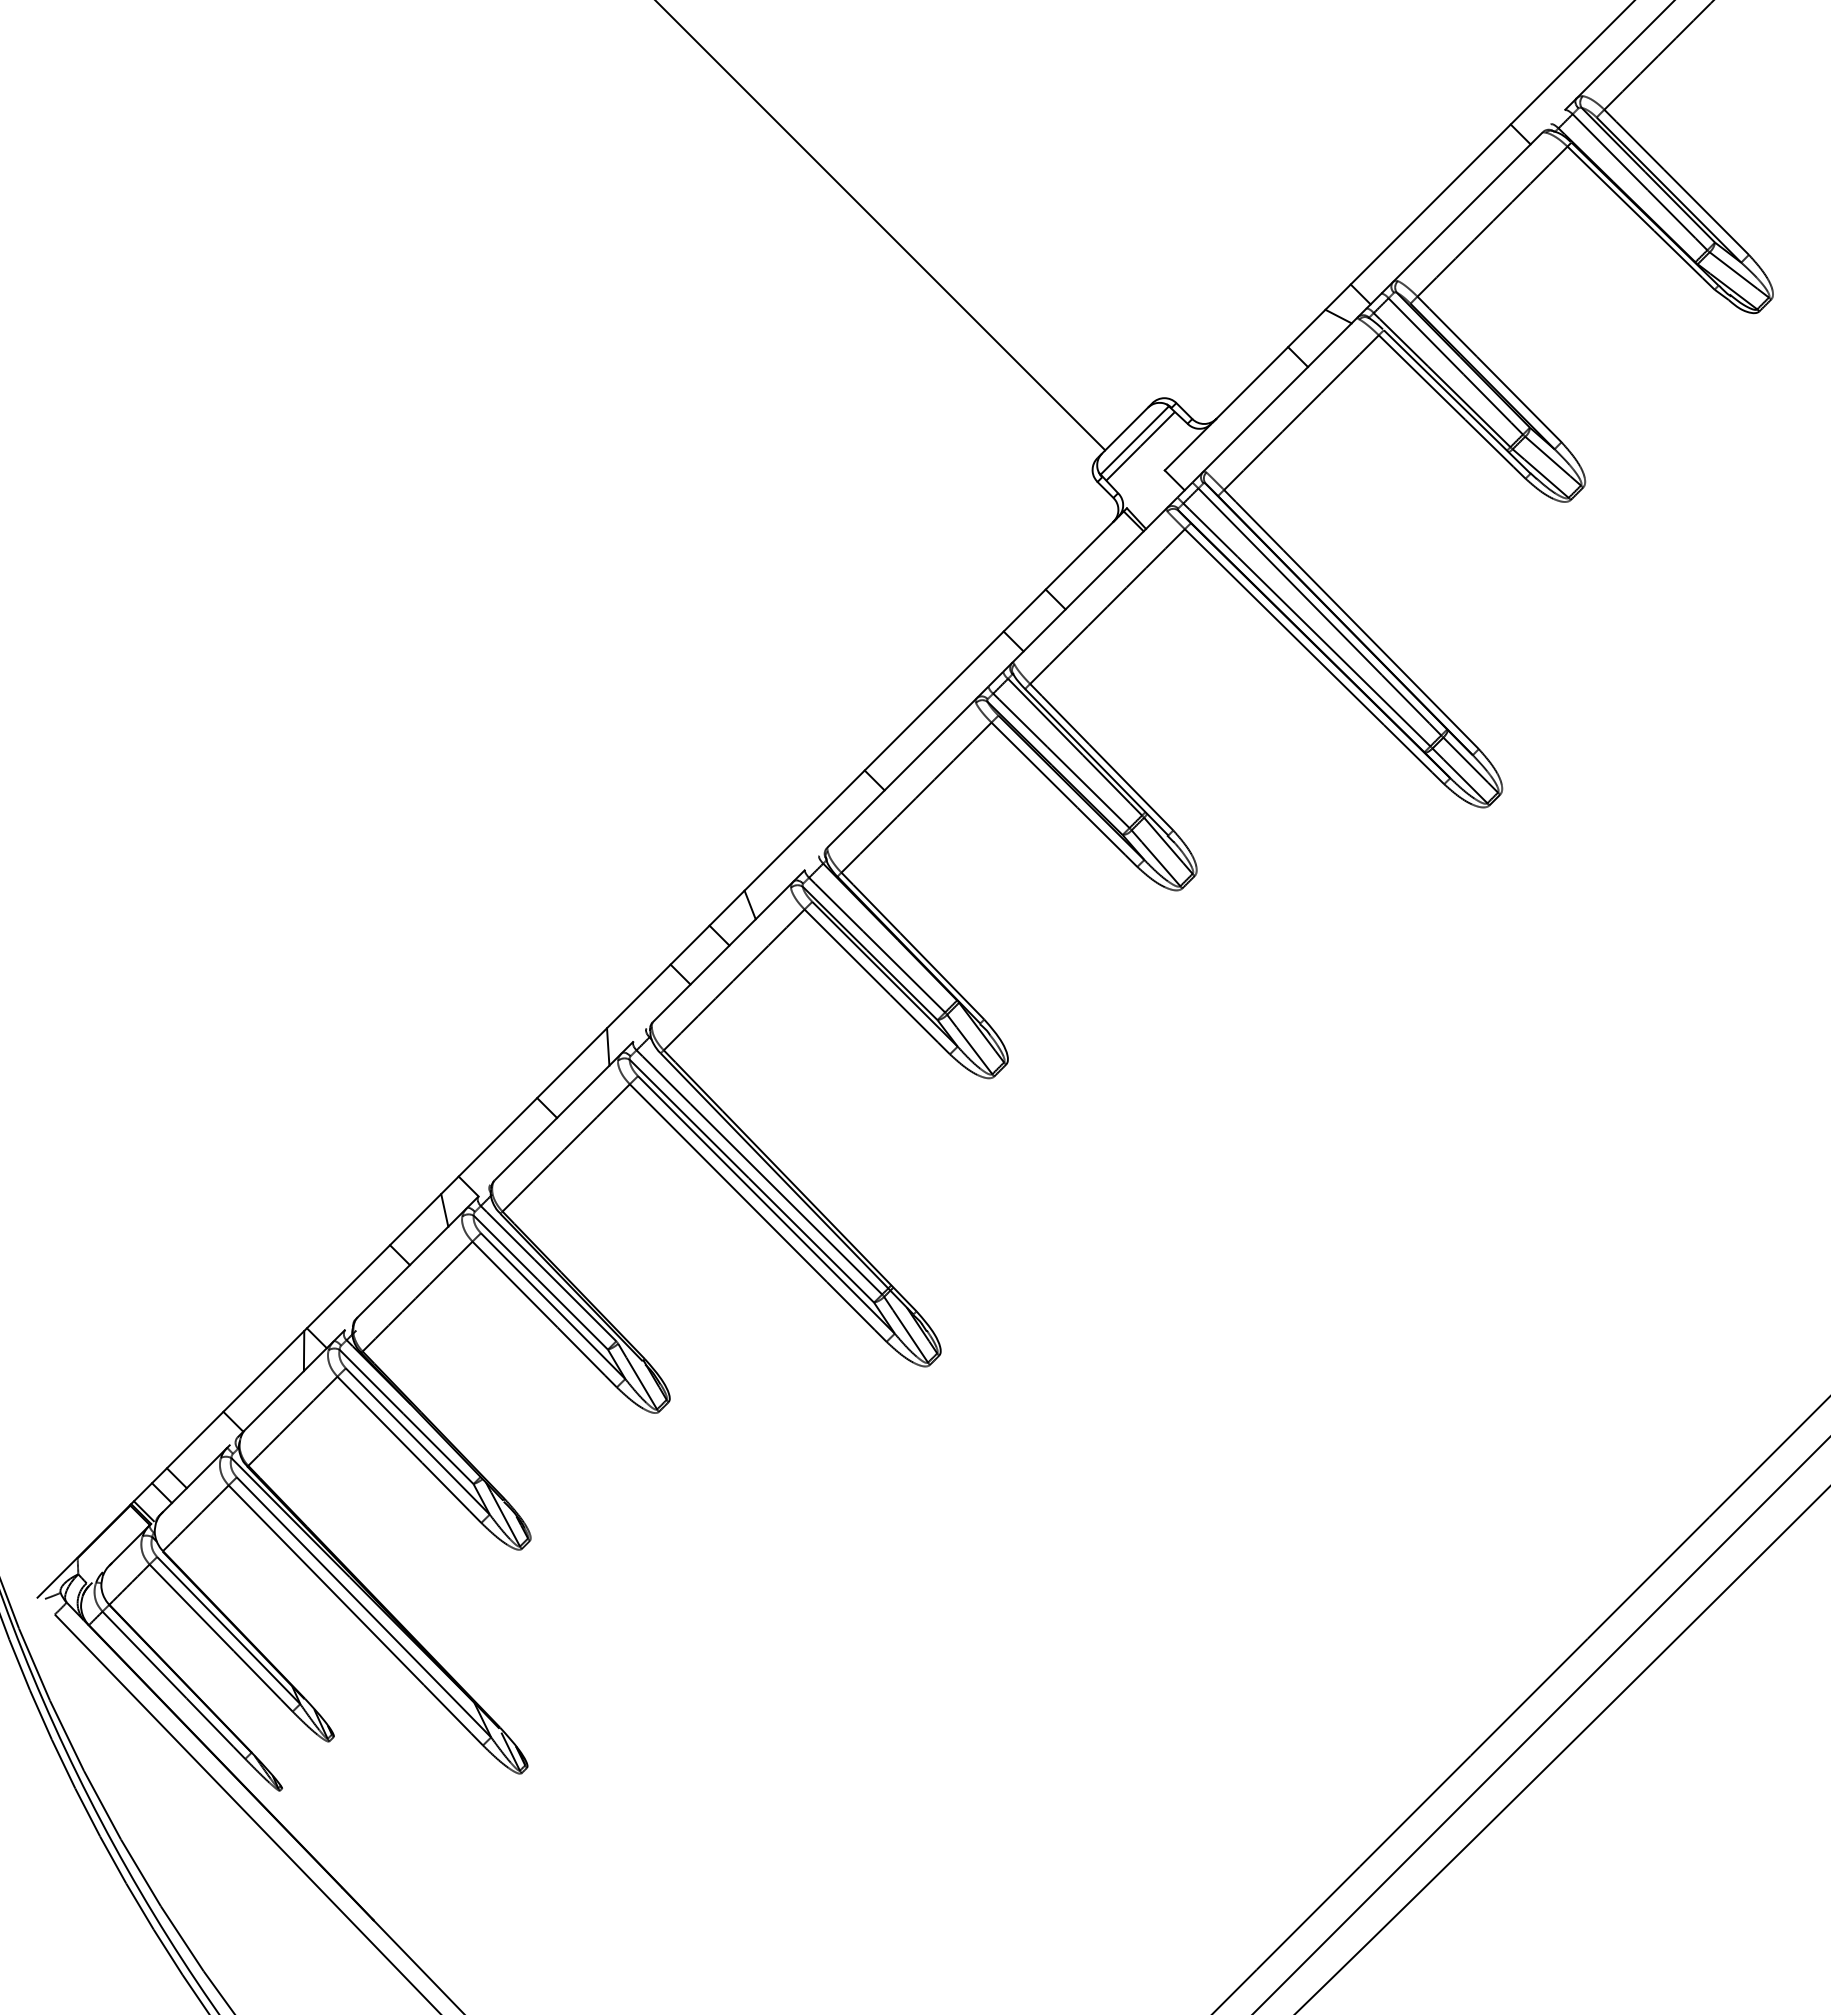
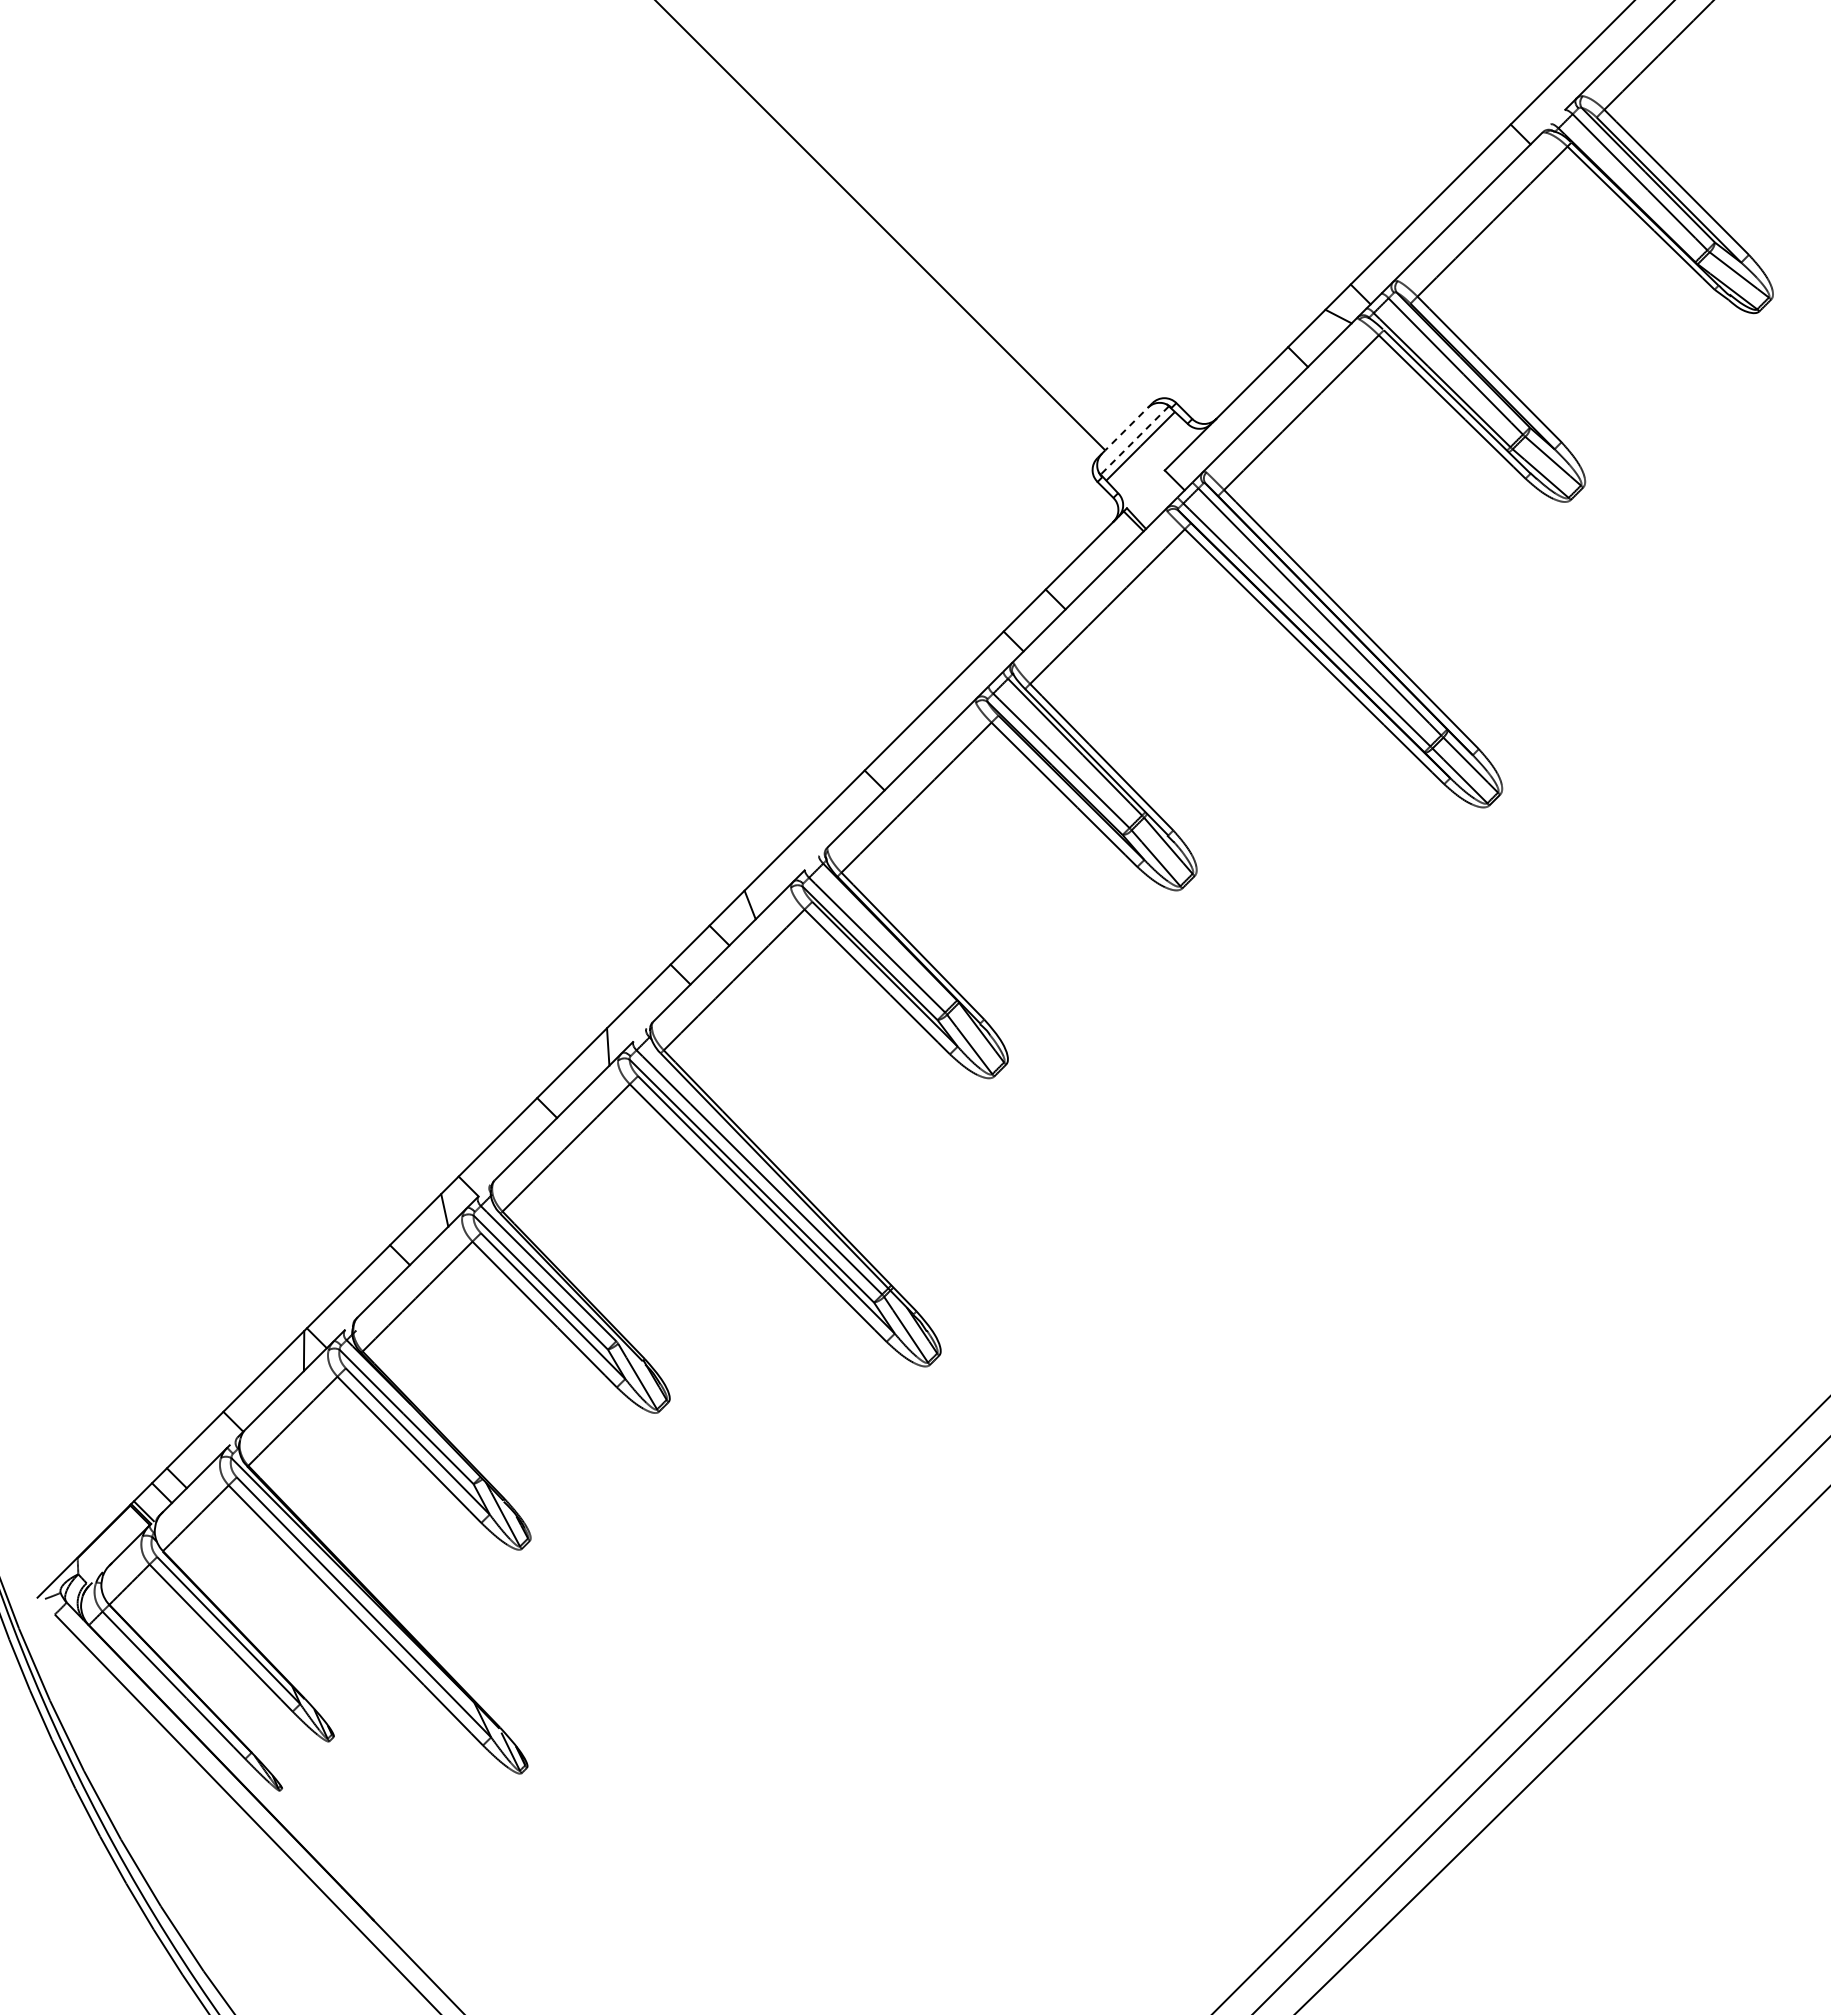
line at (1128, 427): solid -> dashed
line at (1134, 440): solid -> dashed
